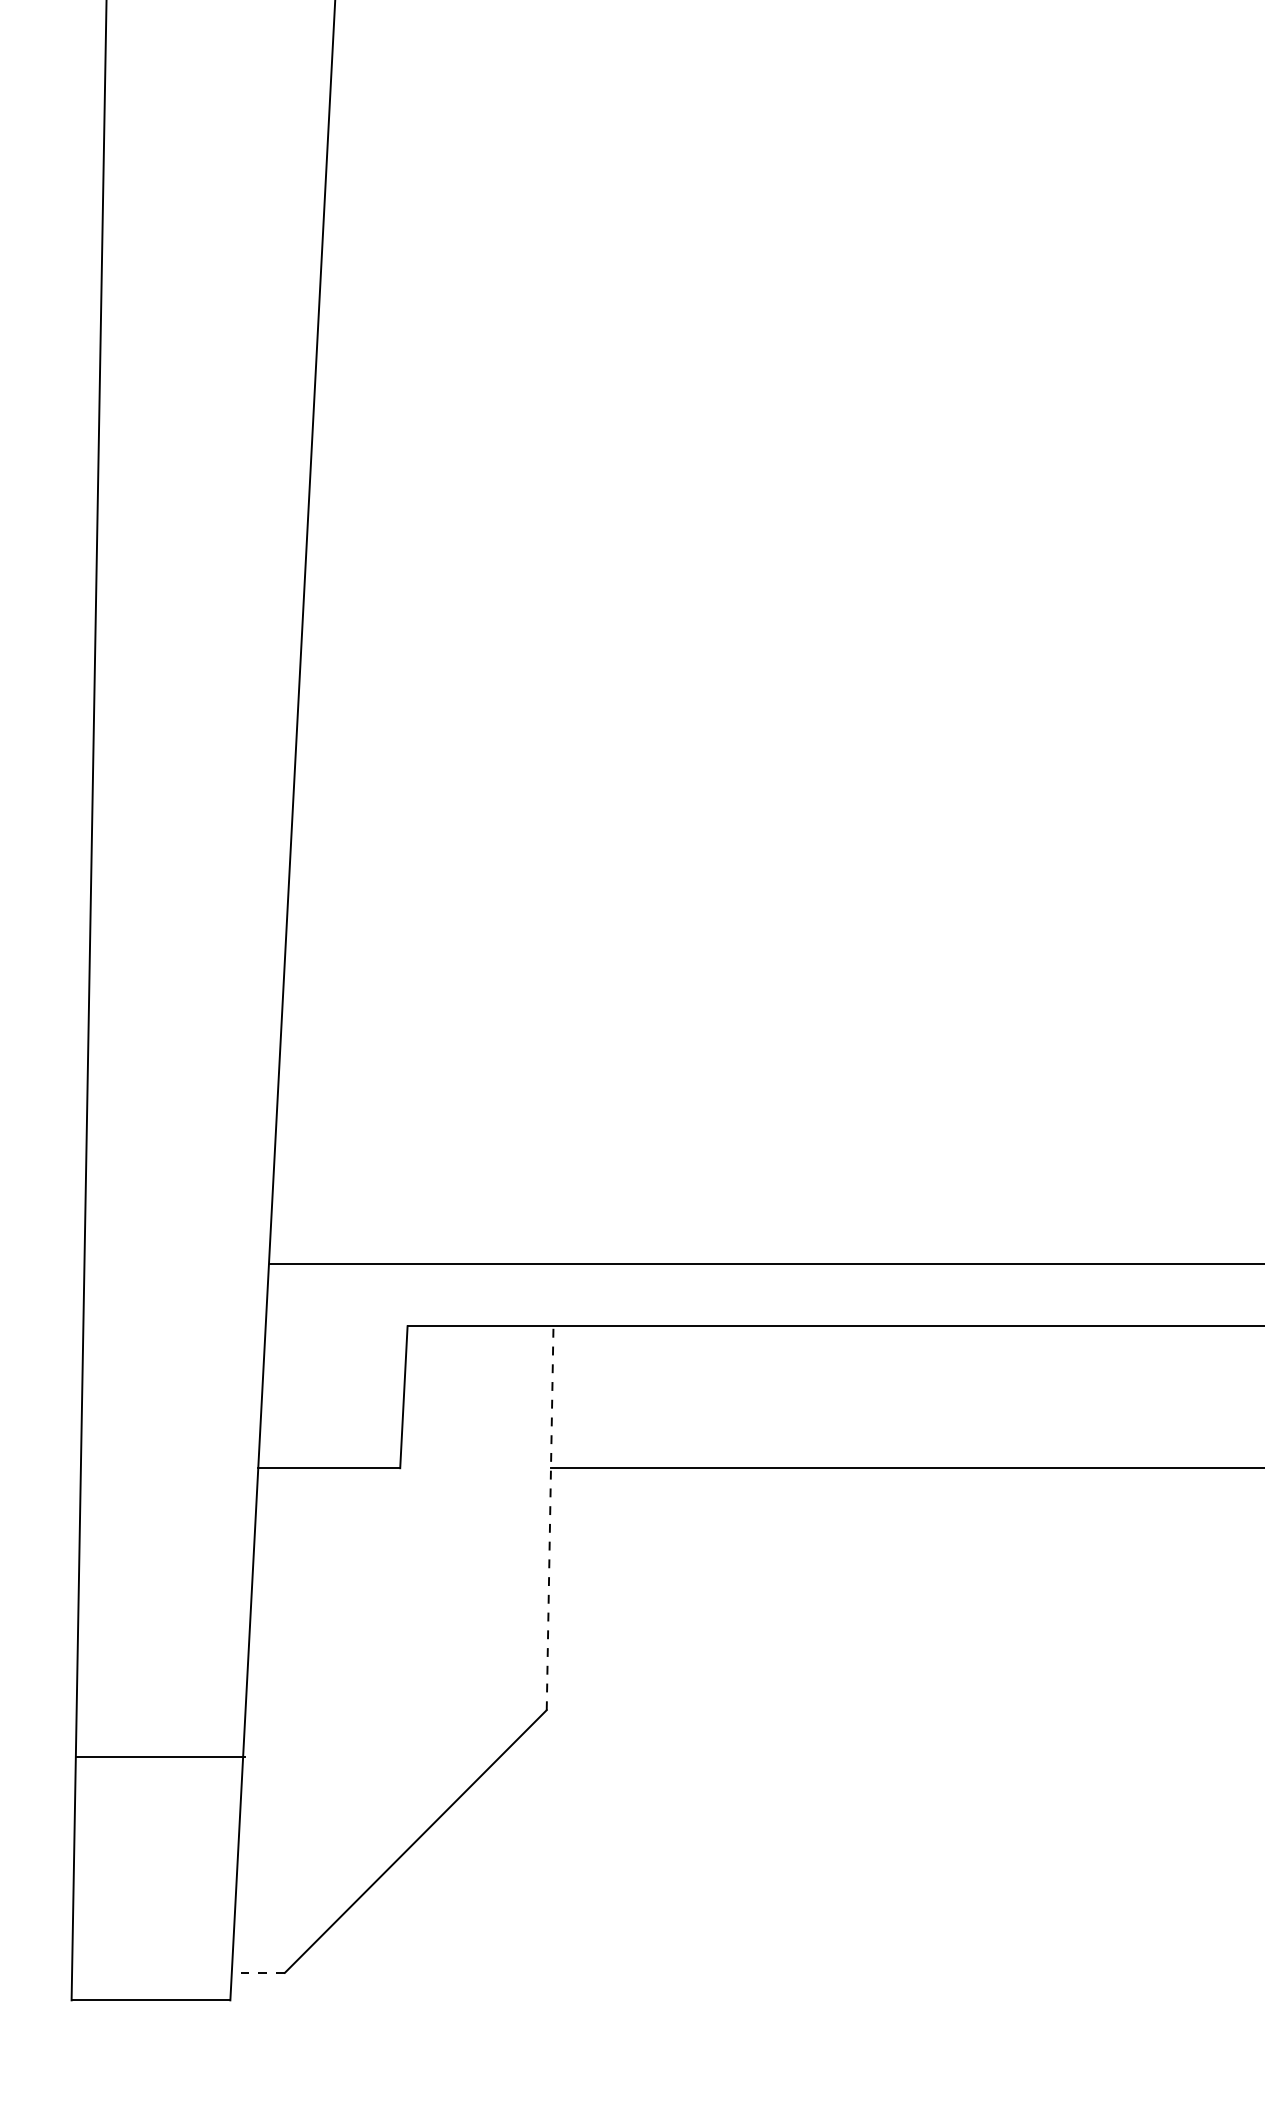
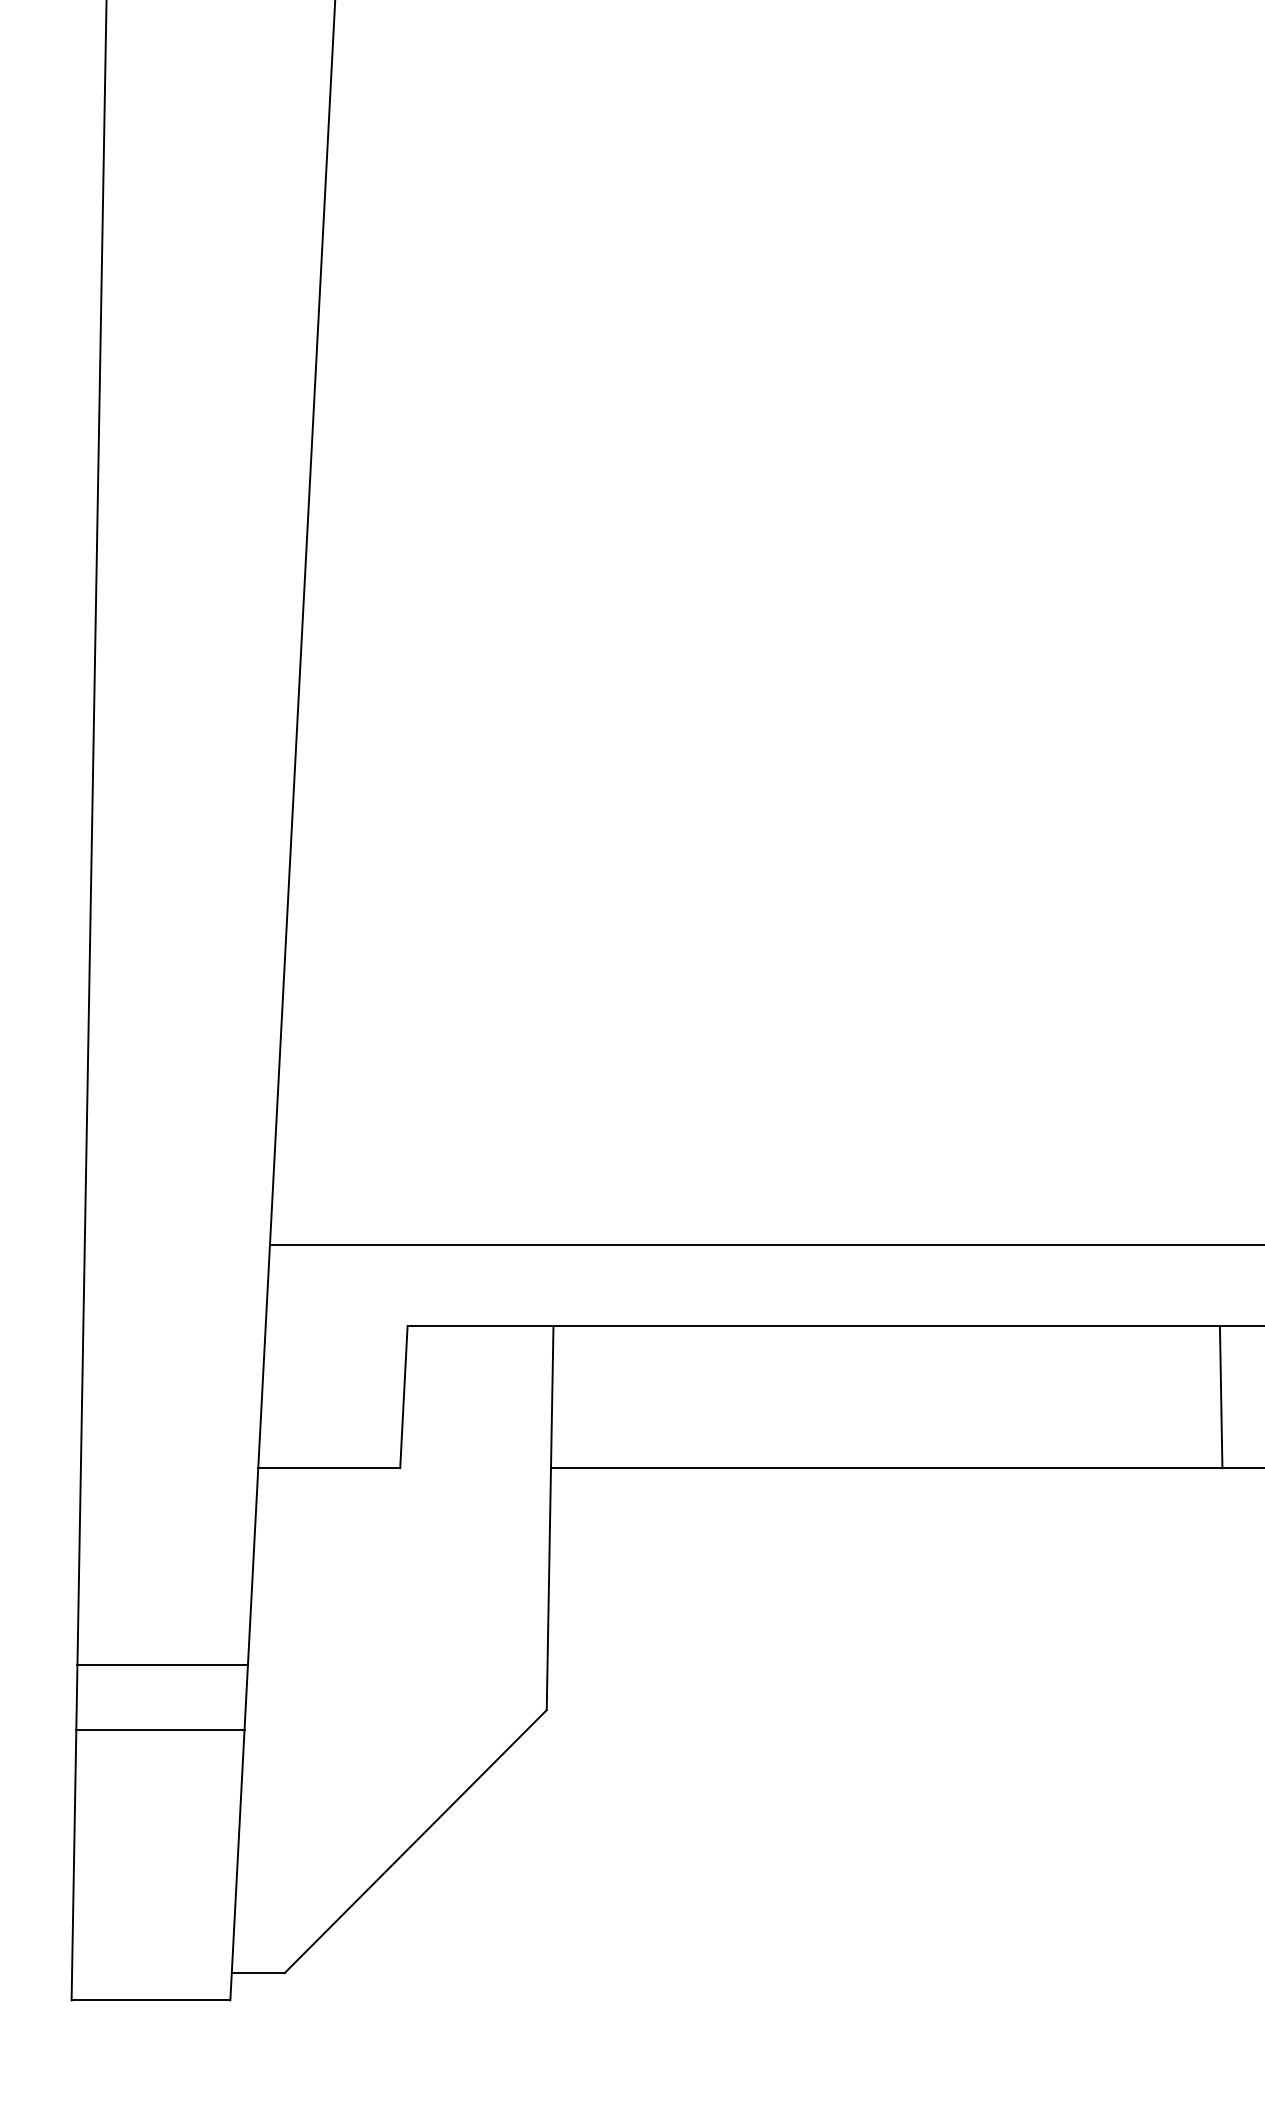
line at (765, 1264) position: (765, 1264) -> (765, 1245)
line at (1220, 1397): none -> present
line at (550, 1518): dashed -> solid
line at (162, 1664): none -> present
line at (160, 1756) position: (160, 1756) -> (160, 1729)
line at (258, 1972): dashed -> solid
